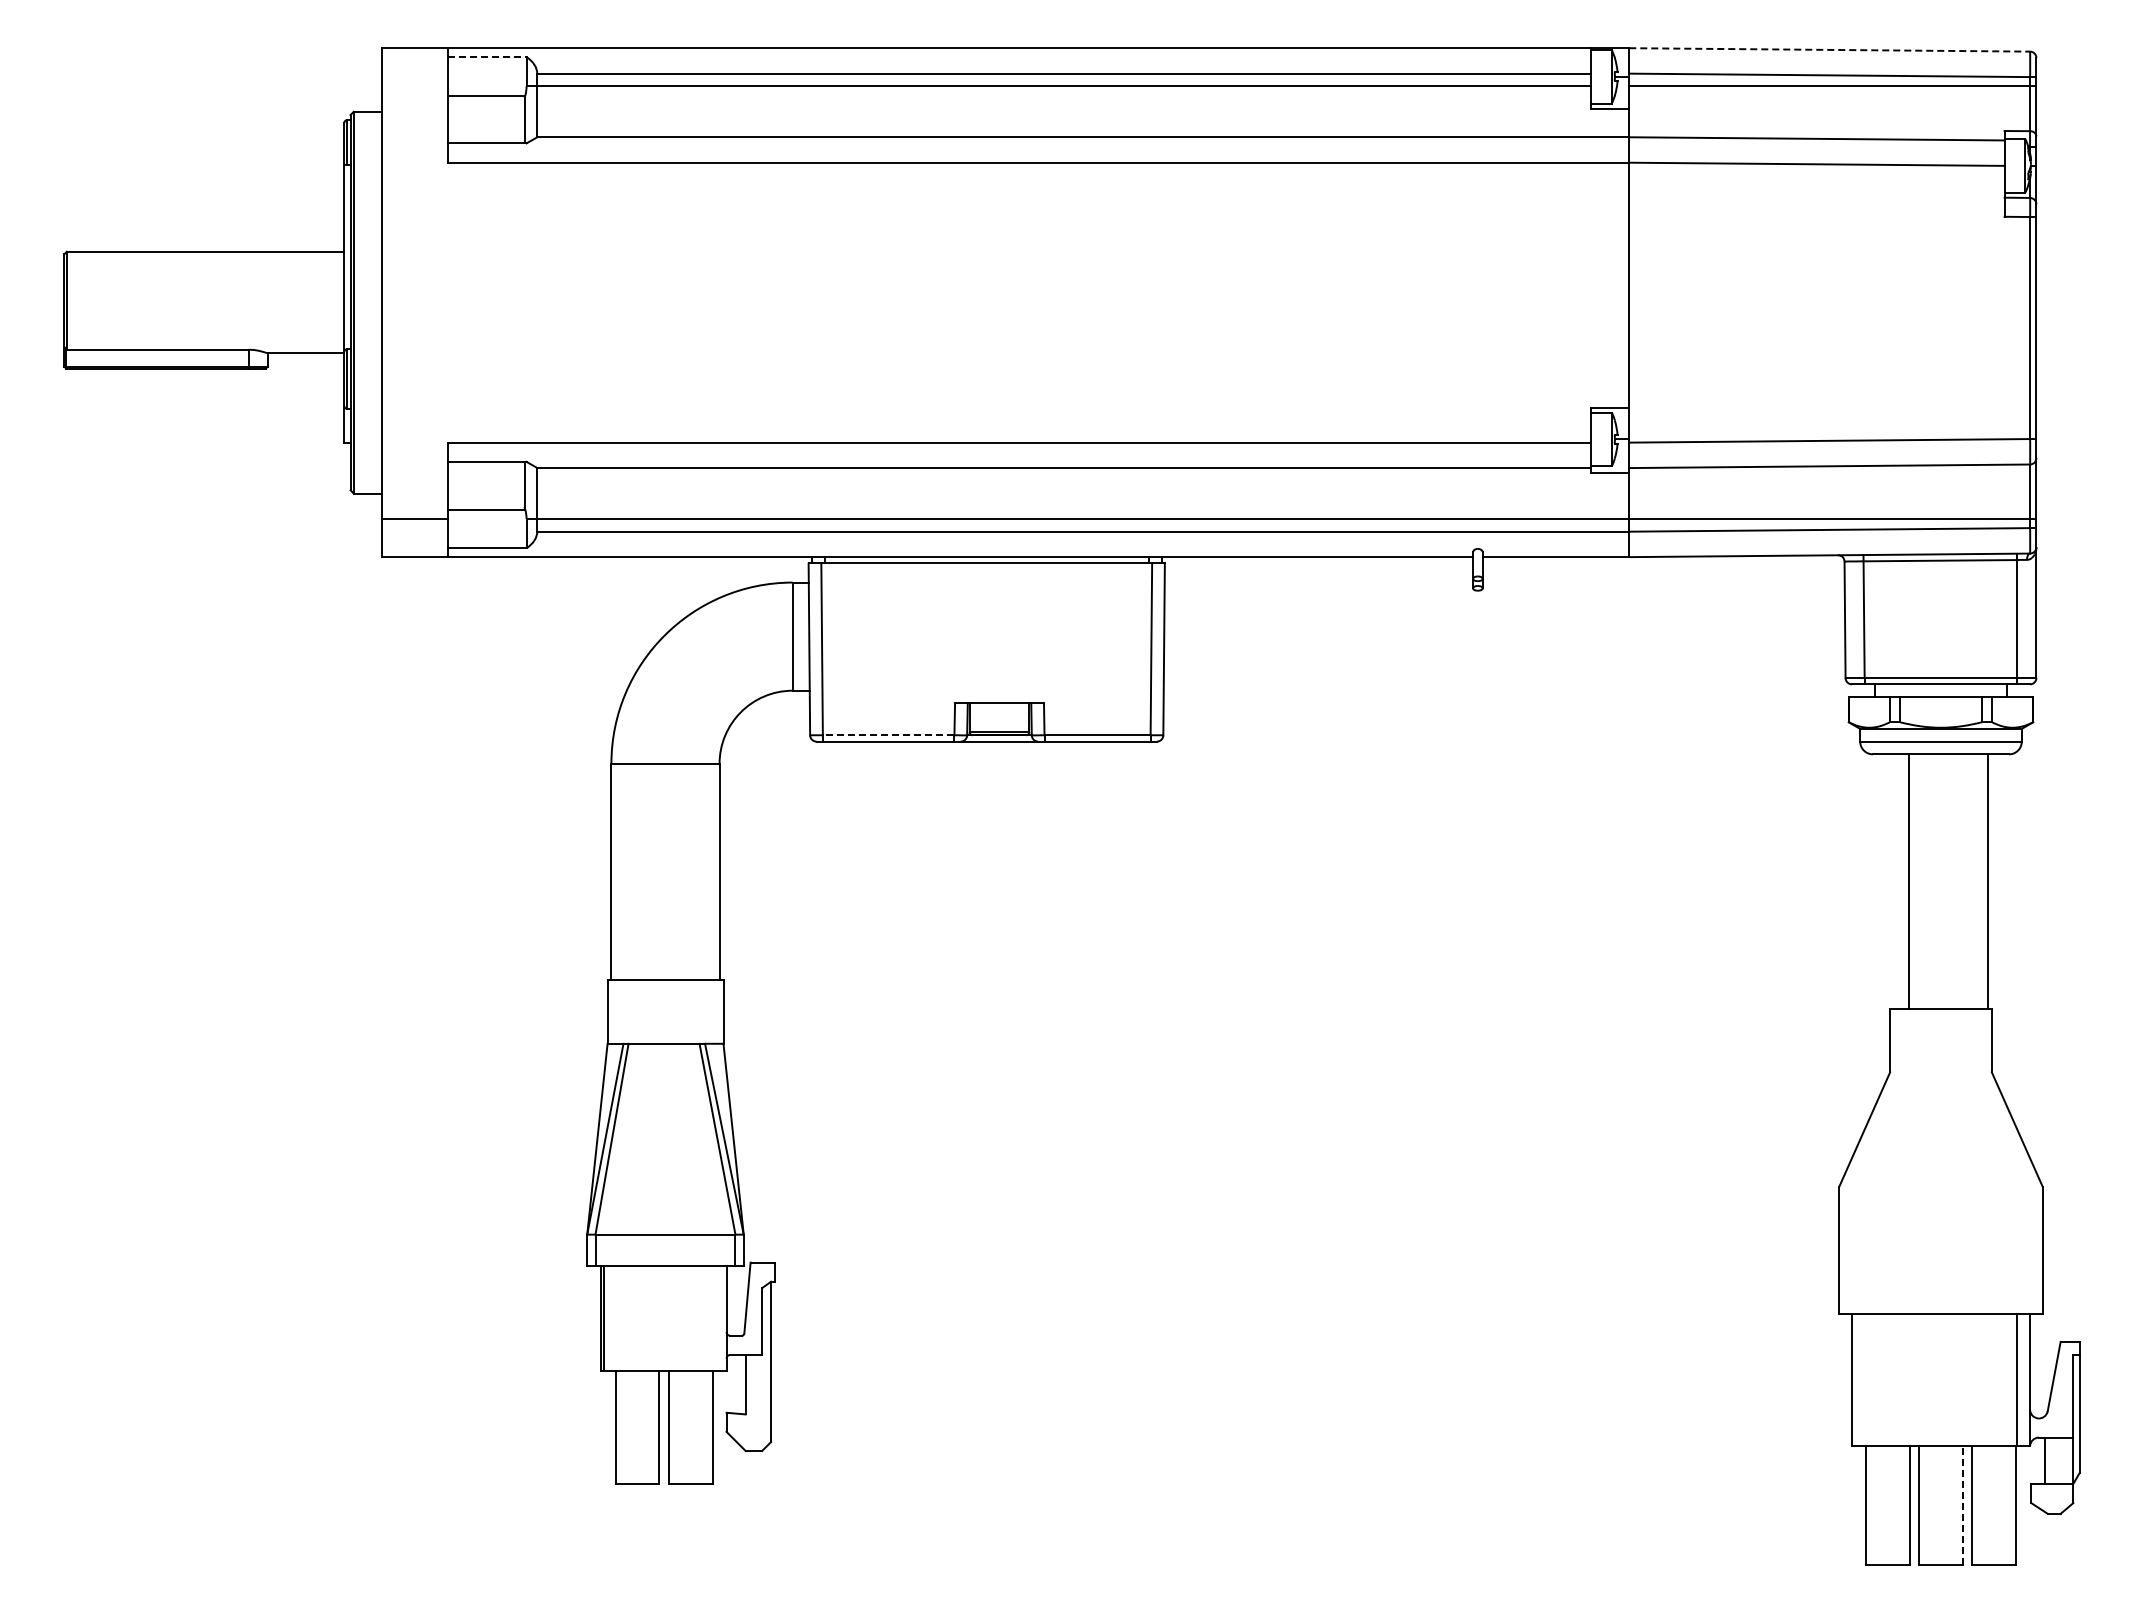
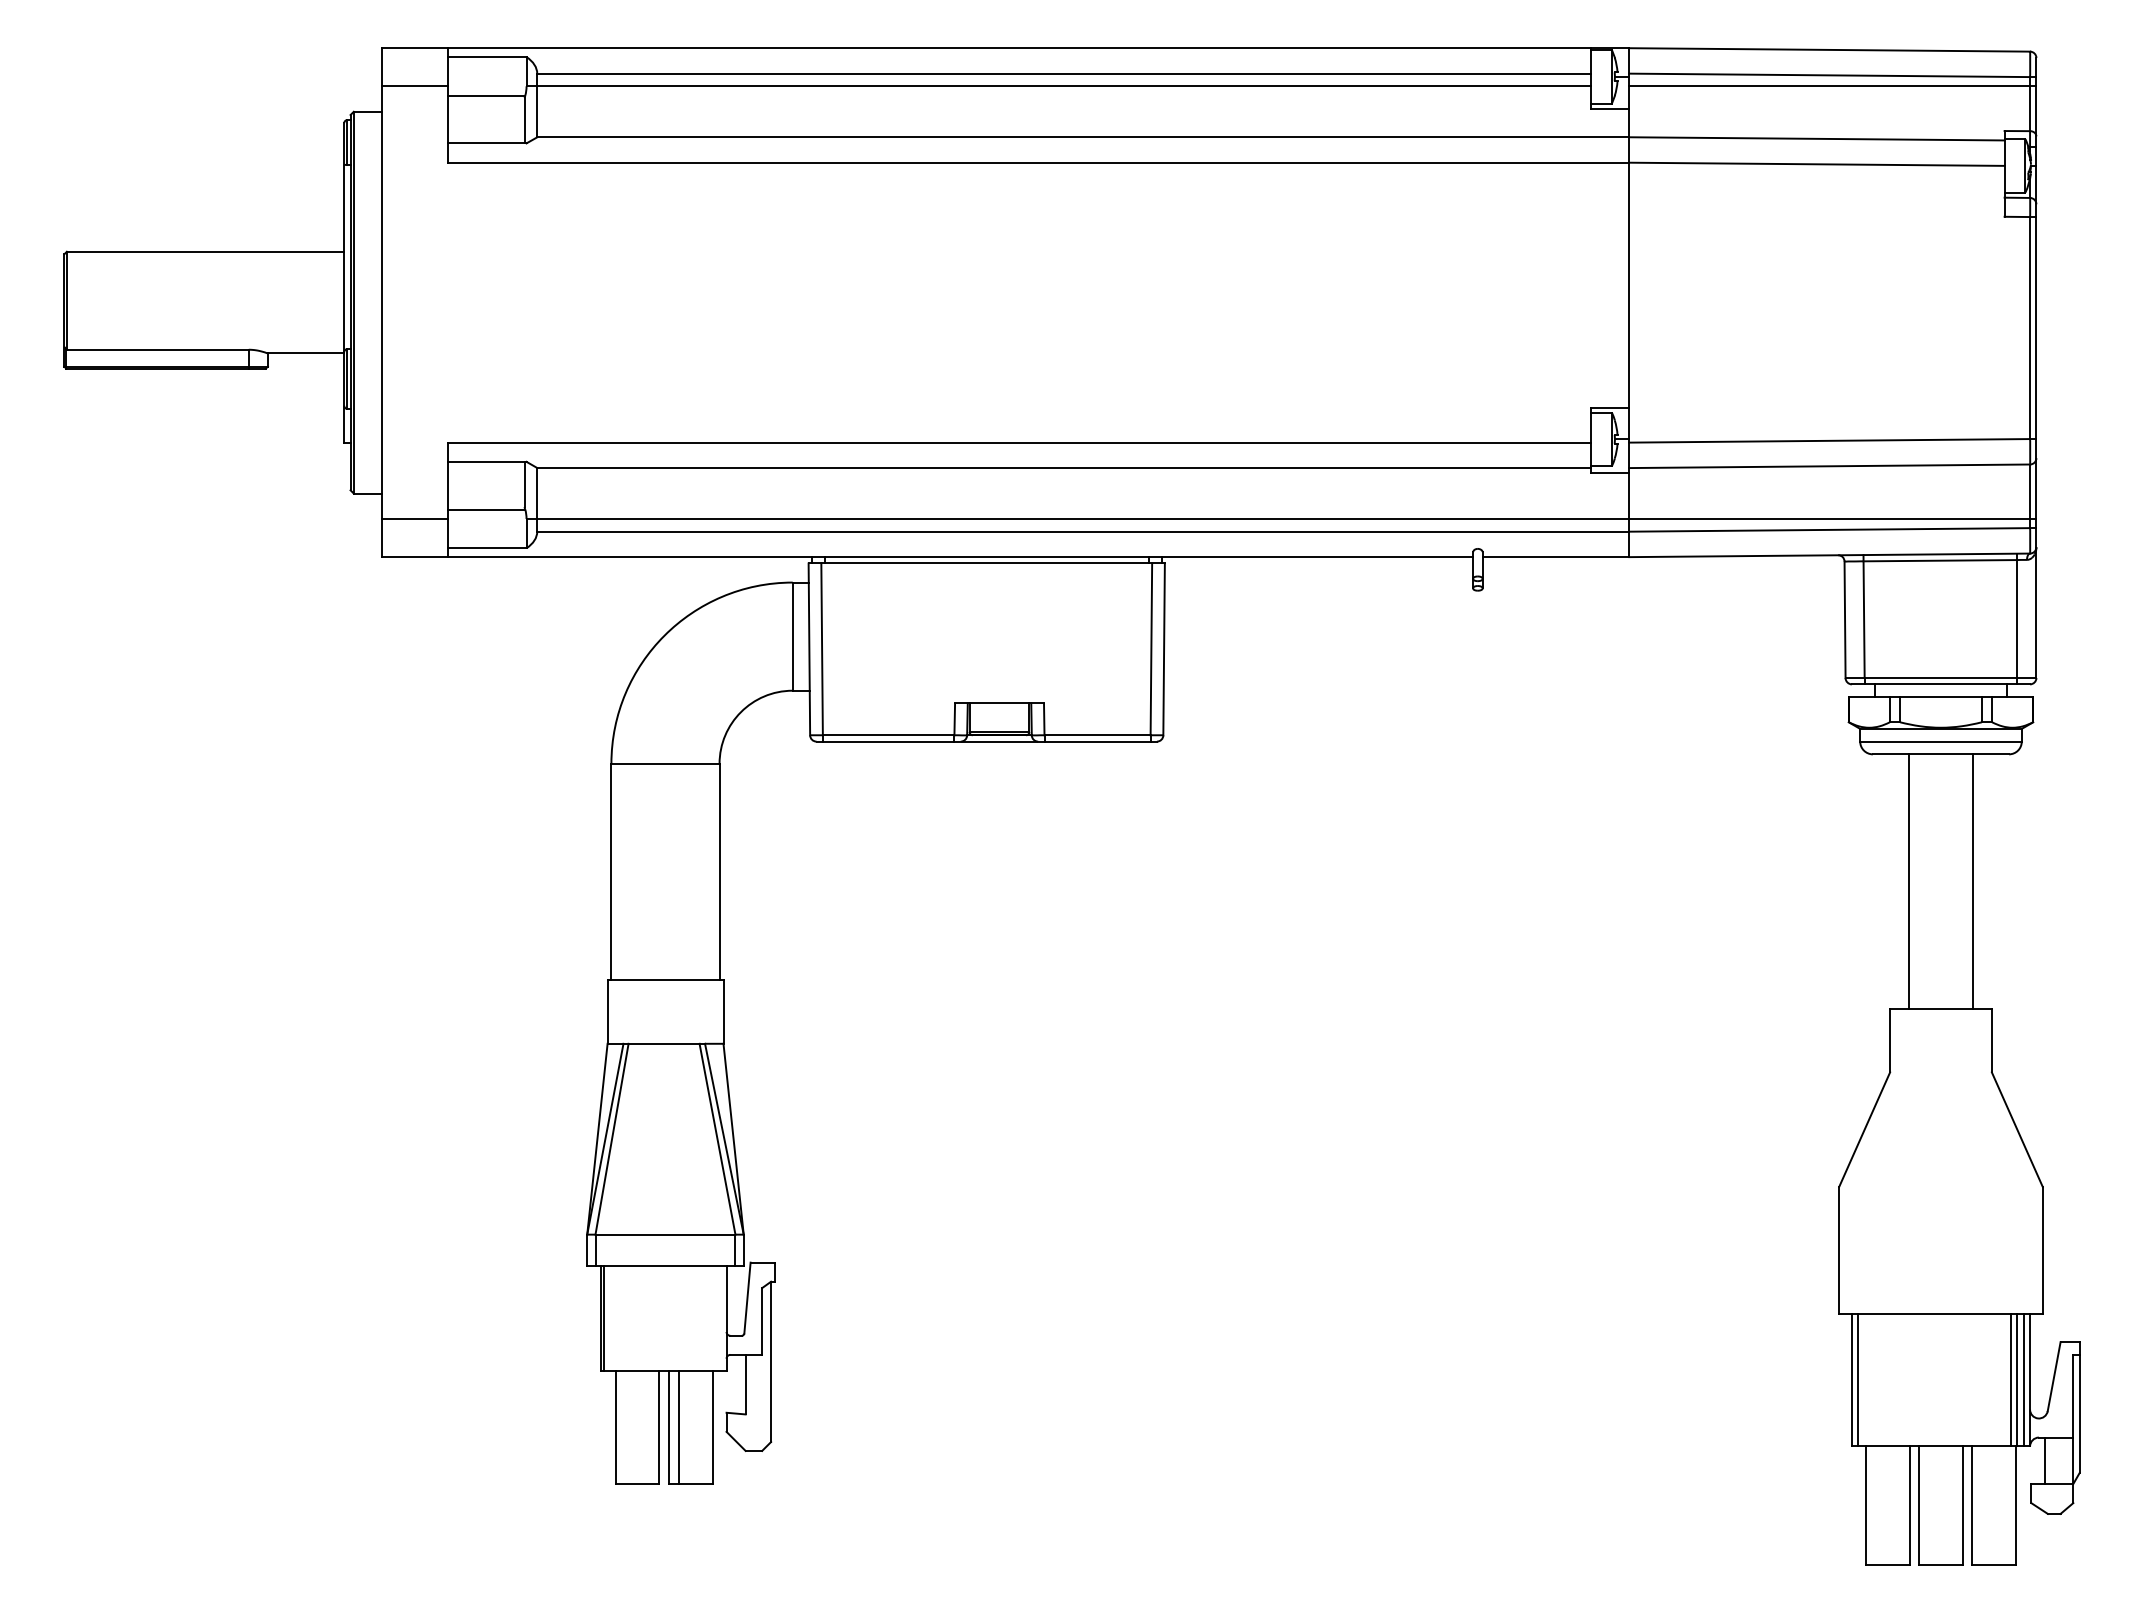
line at (1830, 49): dashed -> solid
line at (487, 56): dashed -> solid
line at (415, 86): none -> present
line at (888, 735): dashed -> solid
line at (1987, 881) position: (1987, 881) -> (1972, 881)
line at (1858, 1380): none -> present
line at (2010, 1380): none -> present
line at (2023, 1380): none -> present
line at (678, 1427): none -> present
line at (1963, 1505): dashed -> solid
